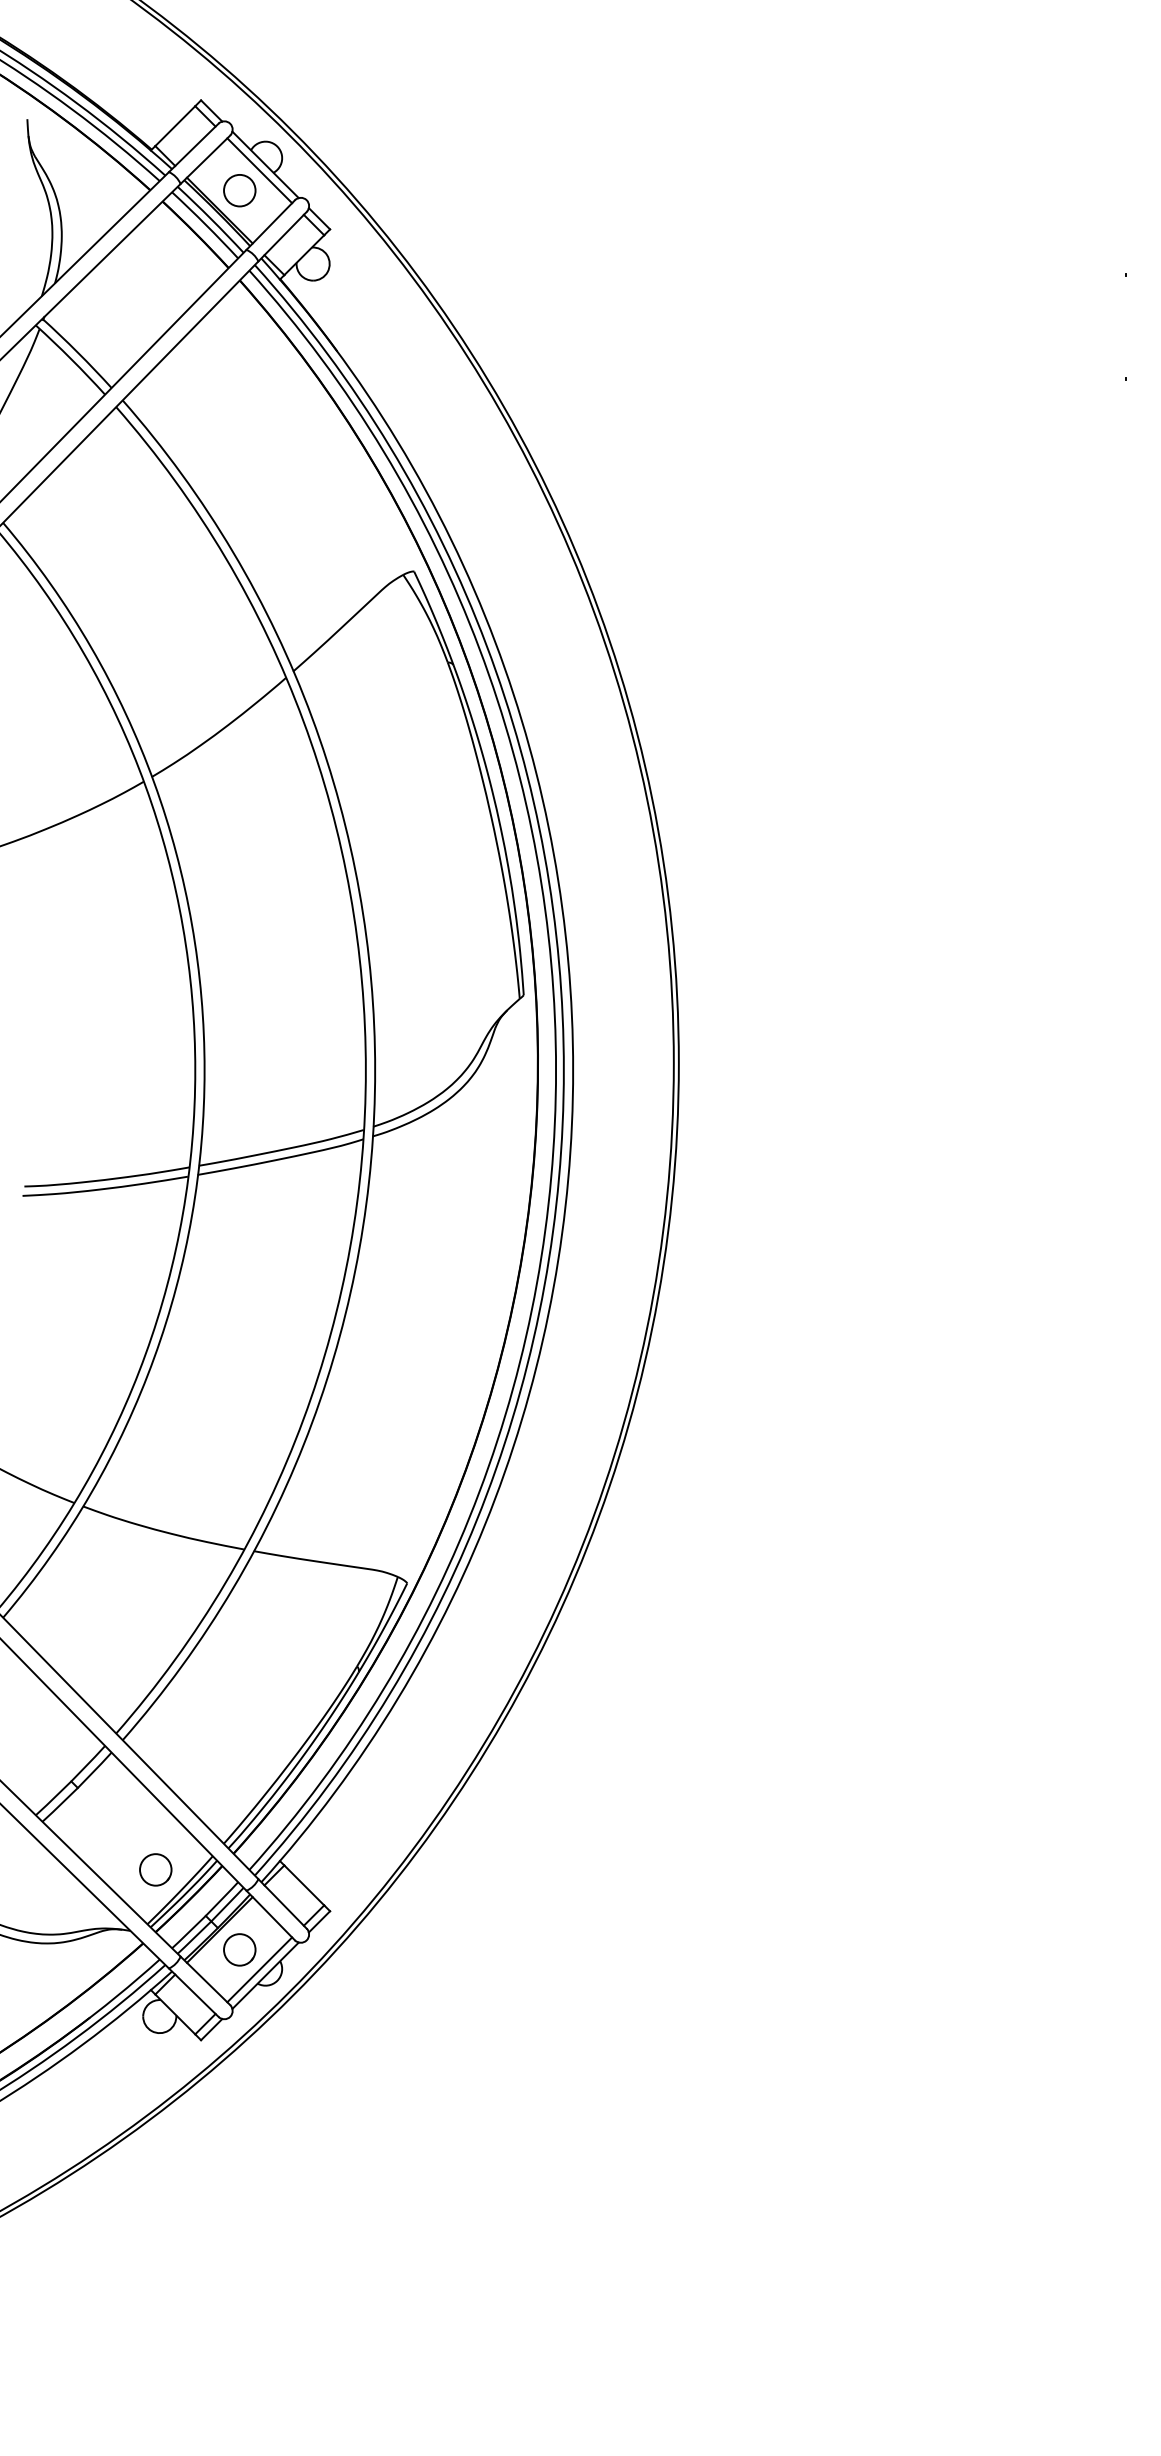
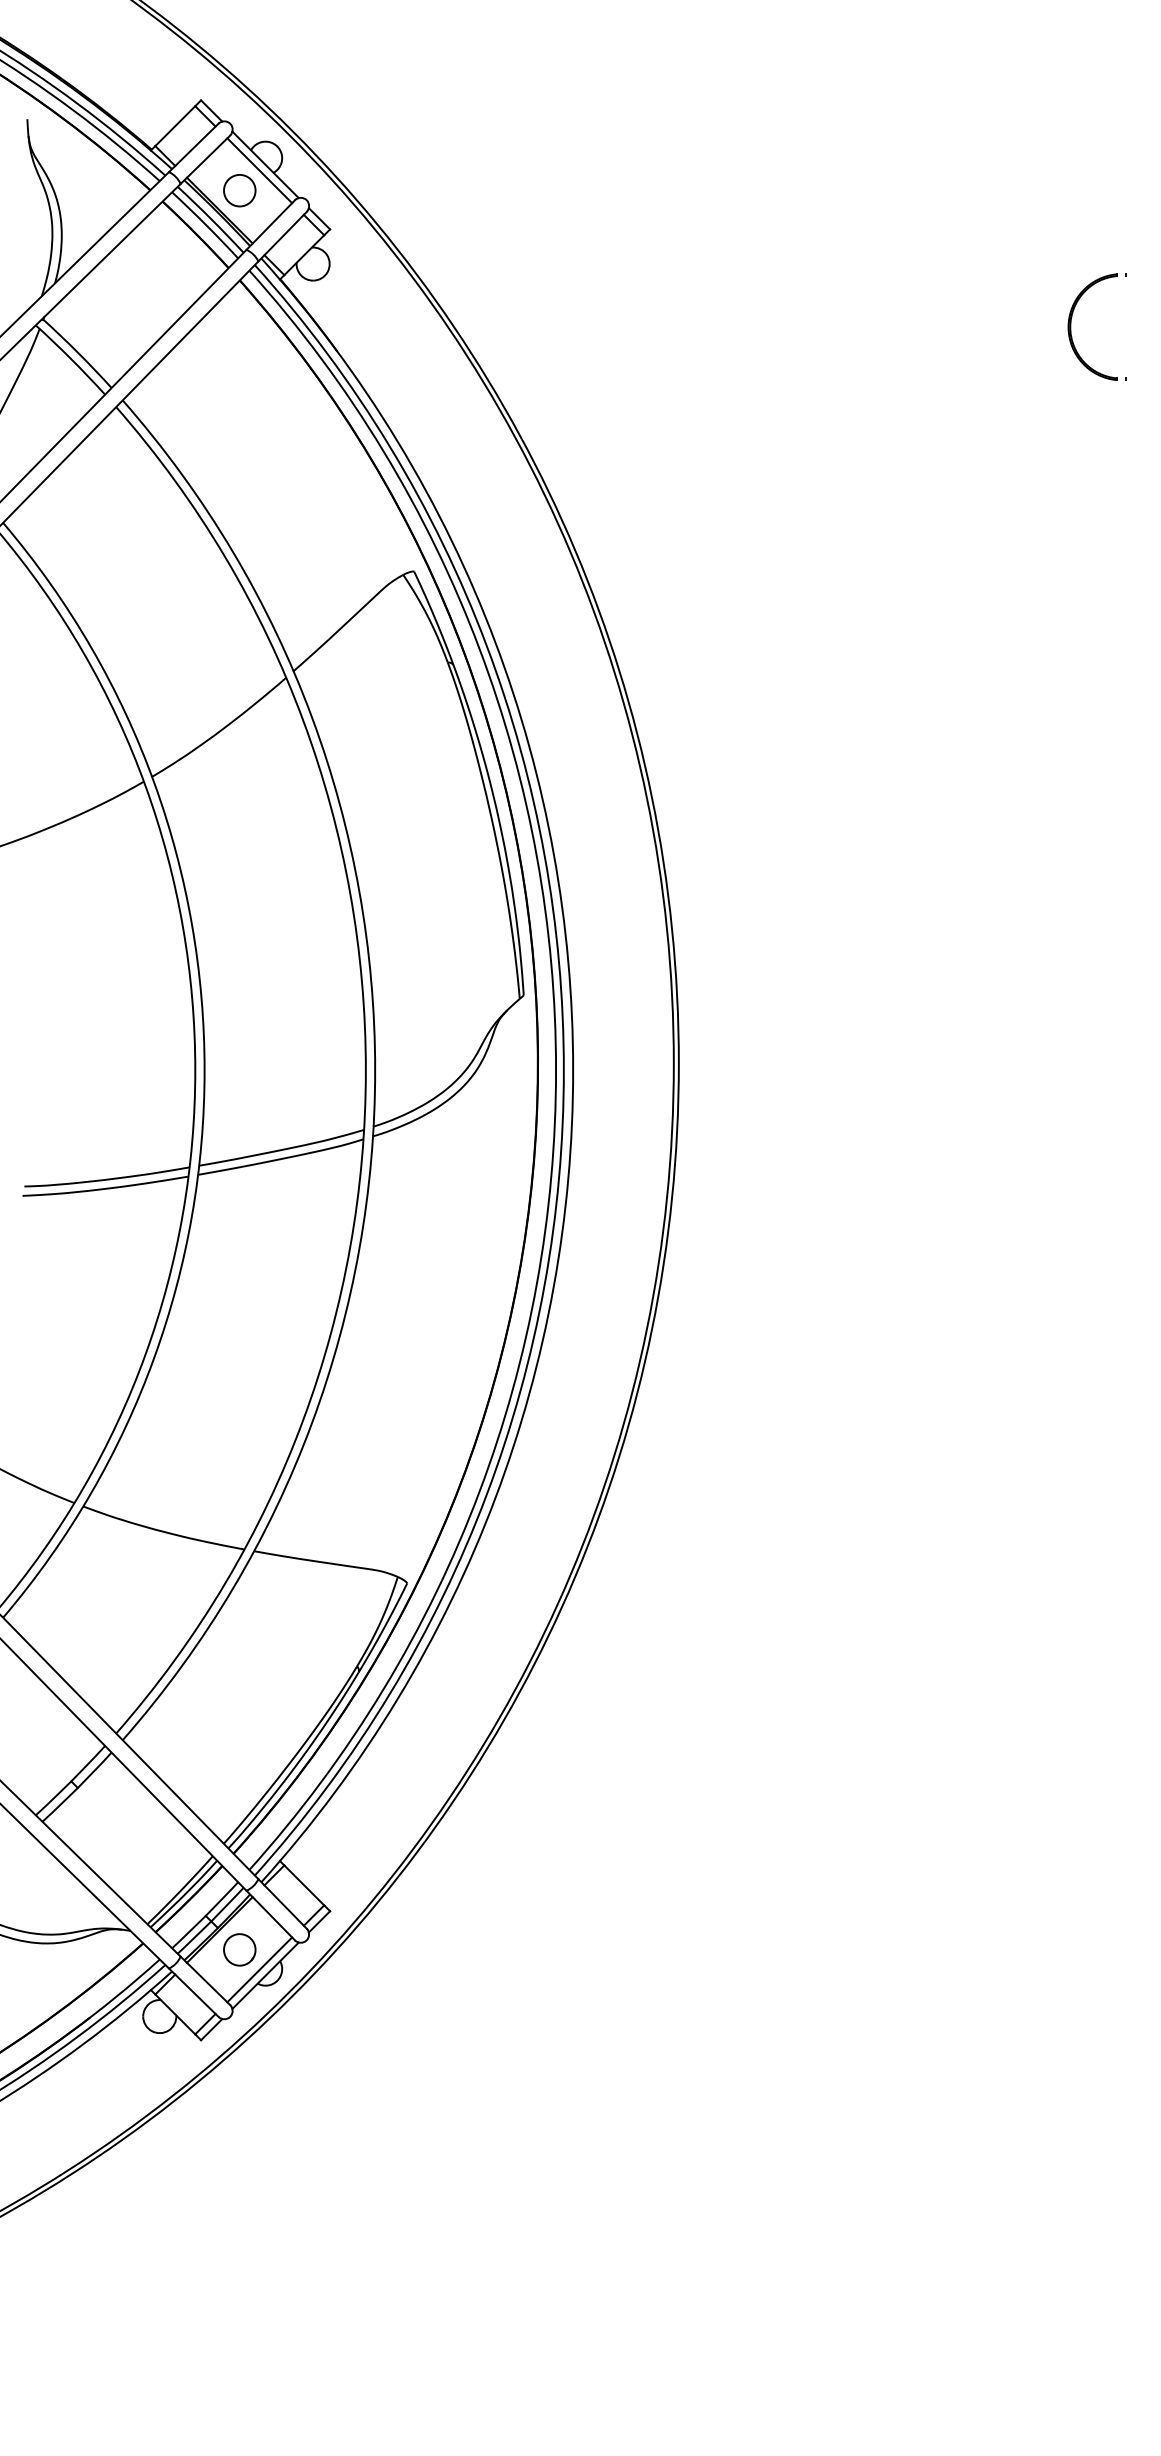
part at (1071, 326): none -> present
circle at (155, 1869): present -> none
